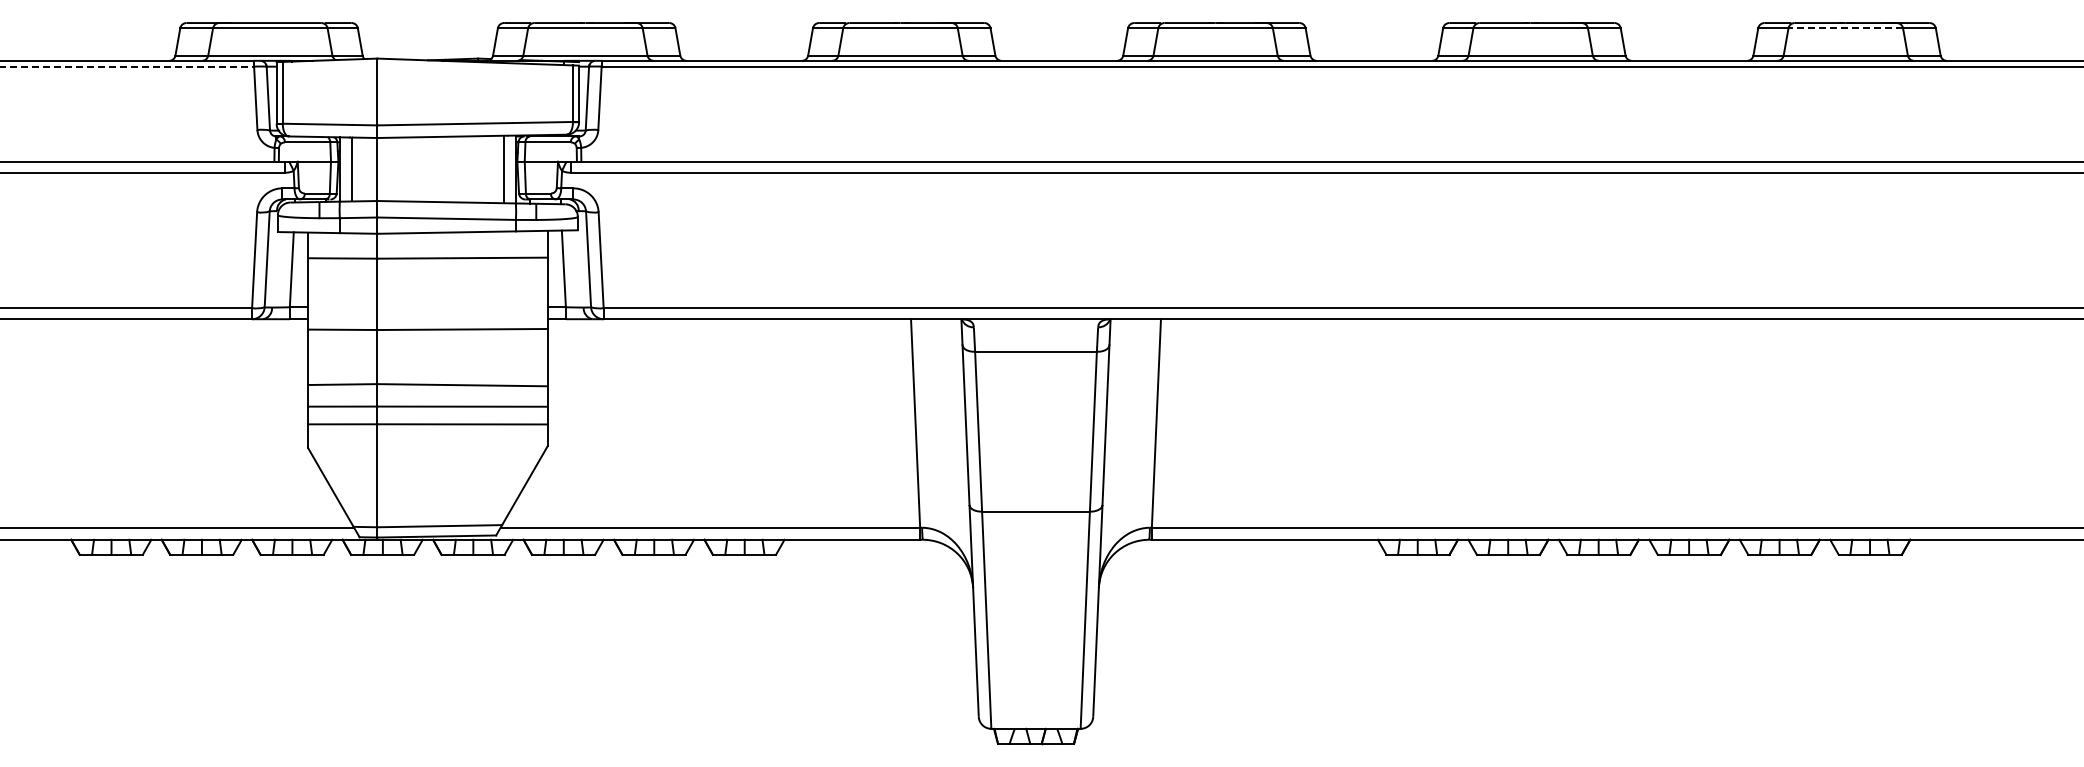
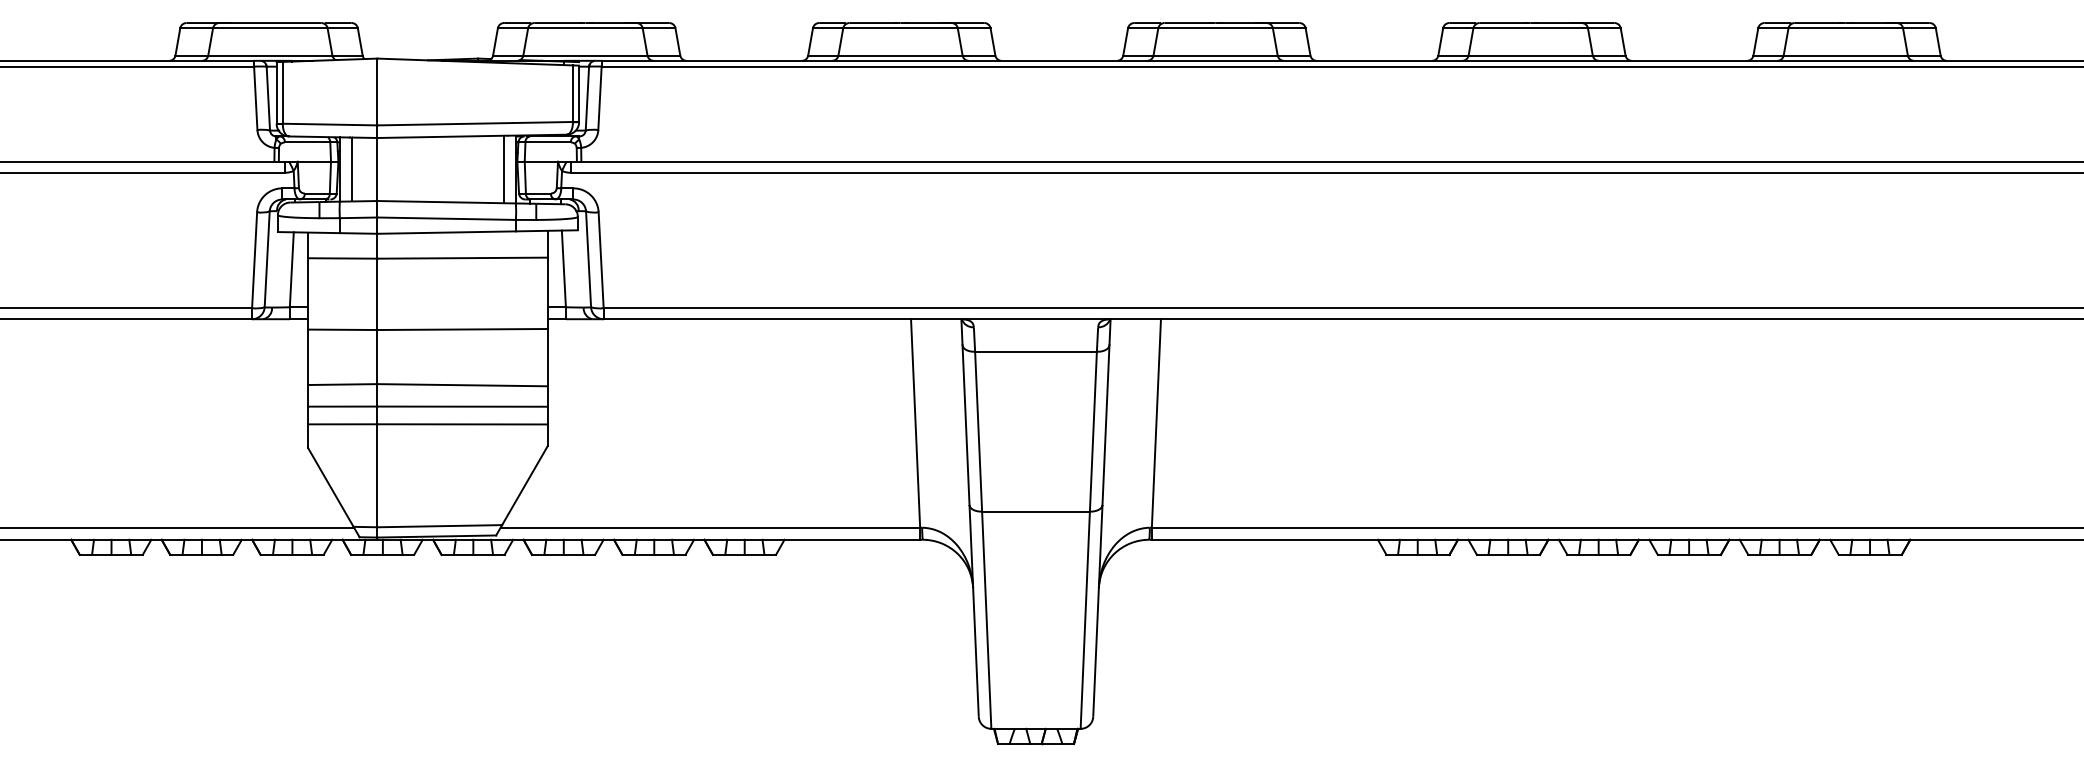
line at (1845, 28): dashed -> solid
line at (127, 66): dashed -> solid
